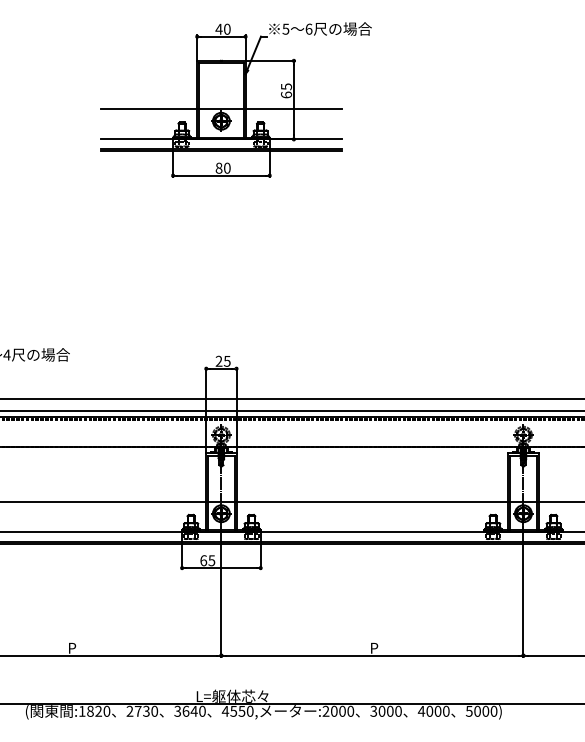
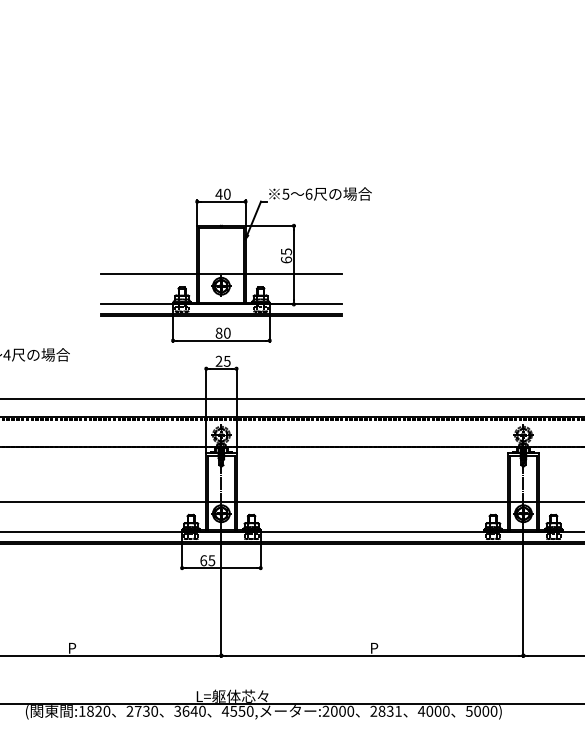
part at (235, 99) position: (235, 99) -> (235, 264)
line at (291, 411): present -> none
text at (385, 710): 3000 -> 2831
